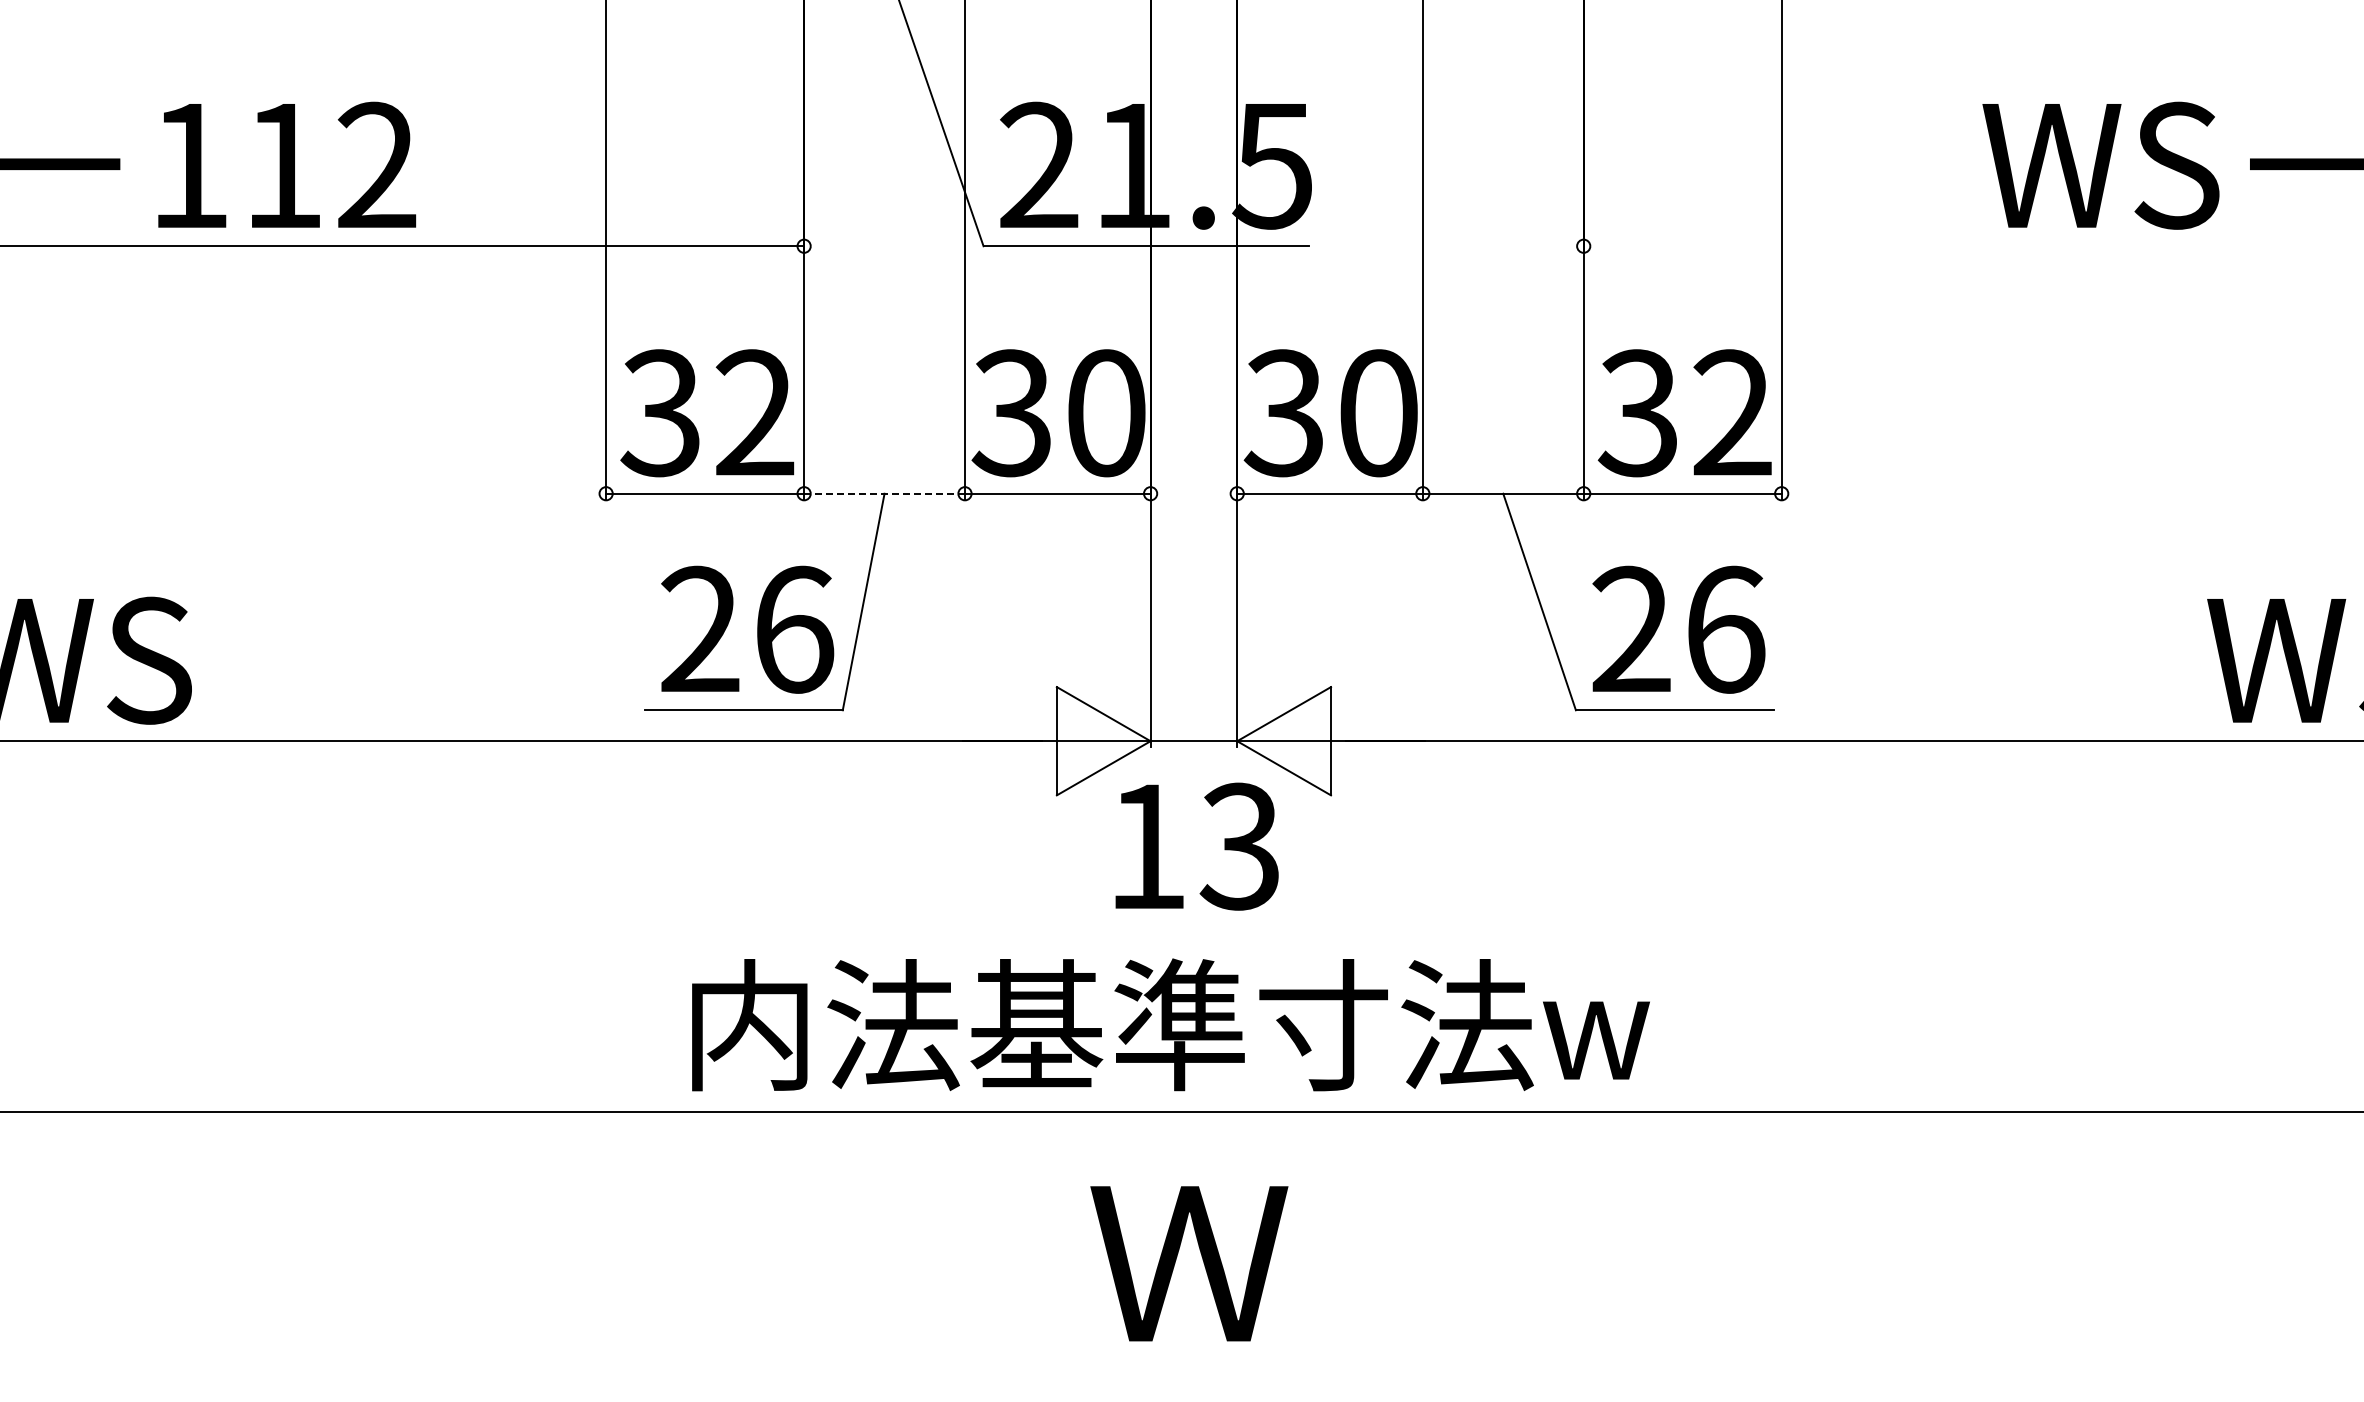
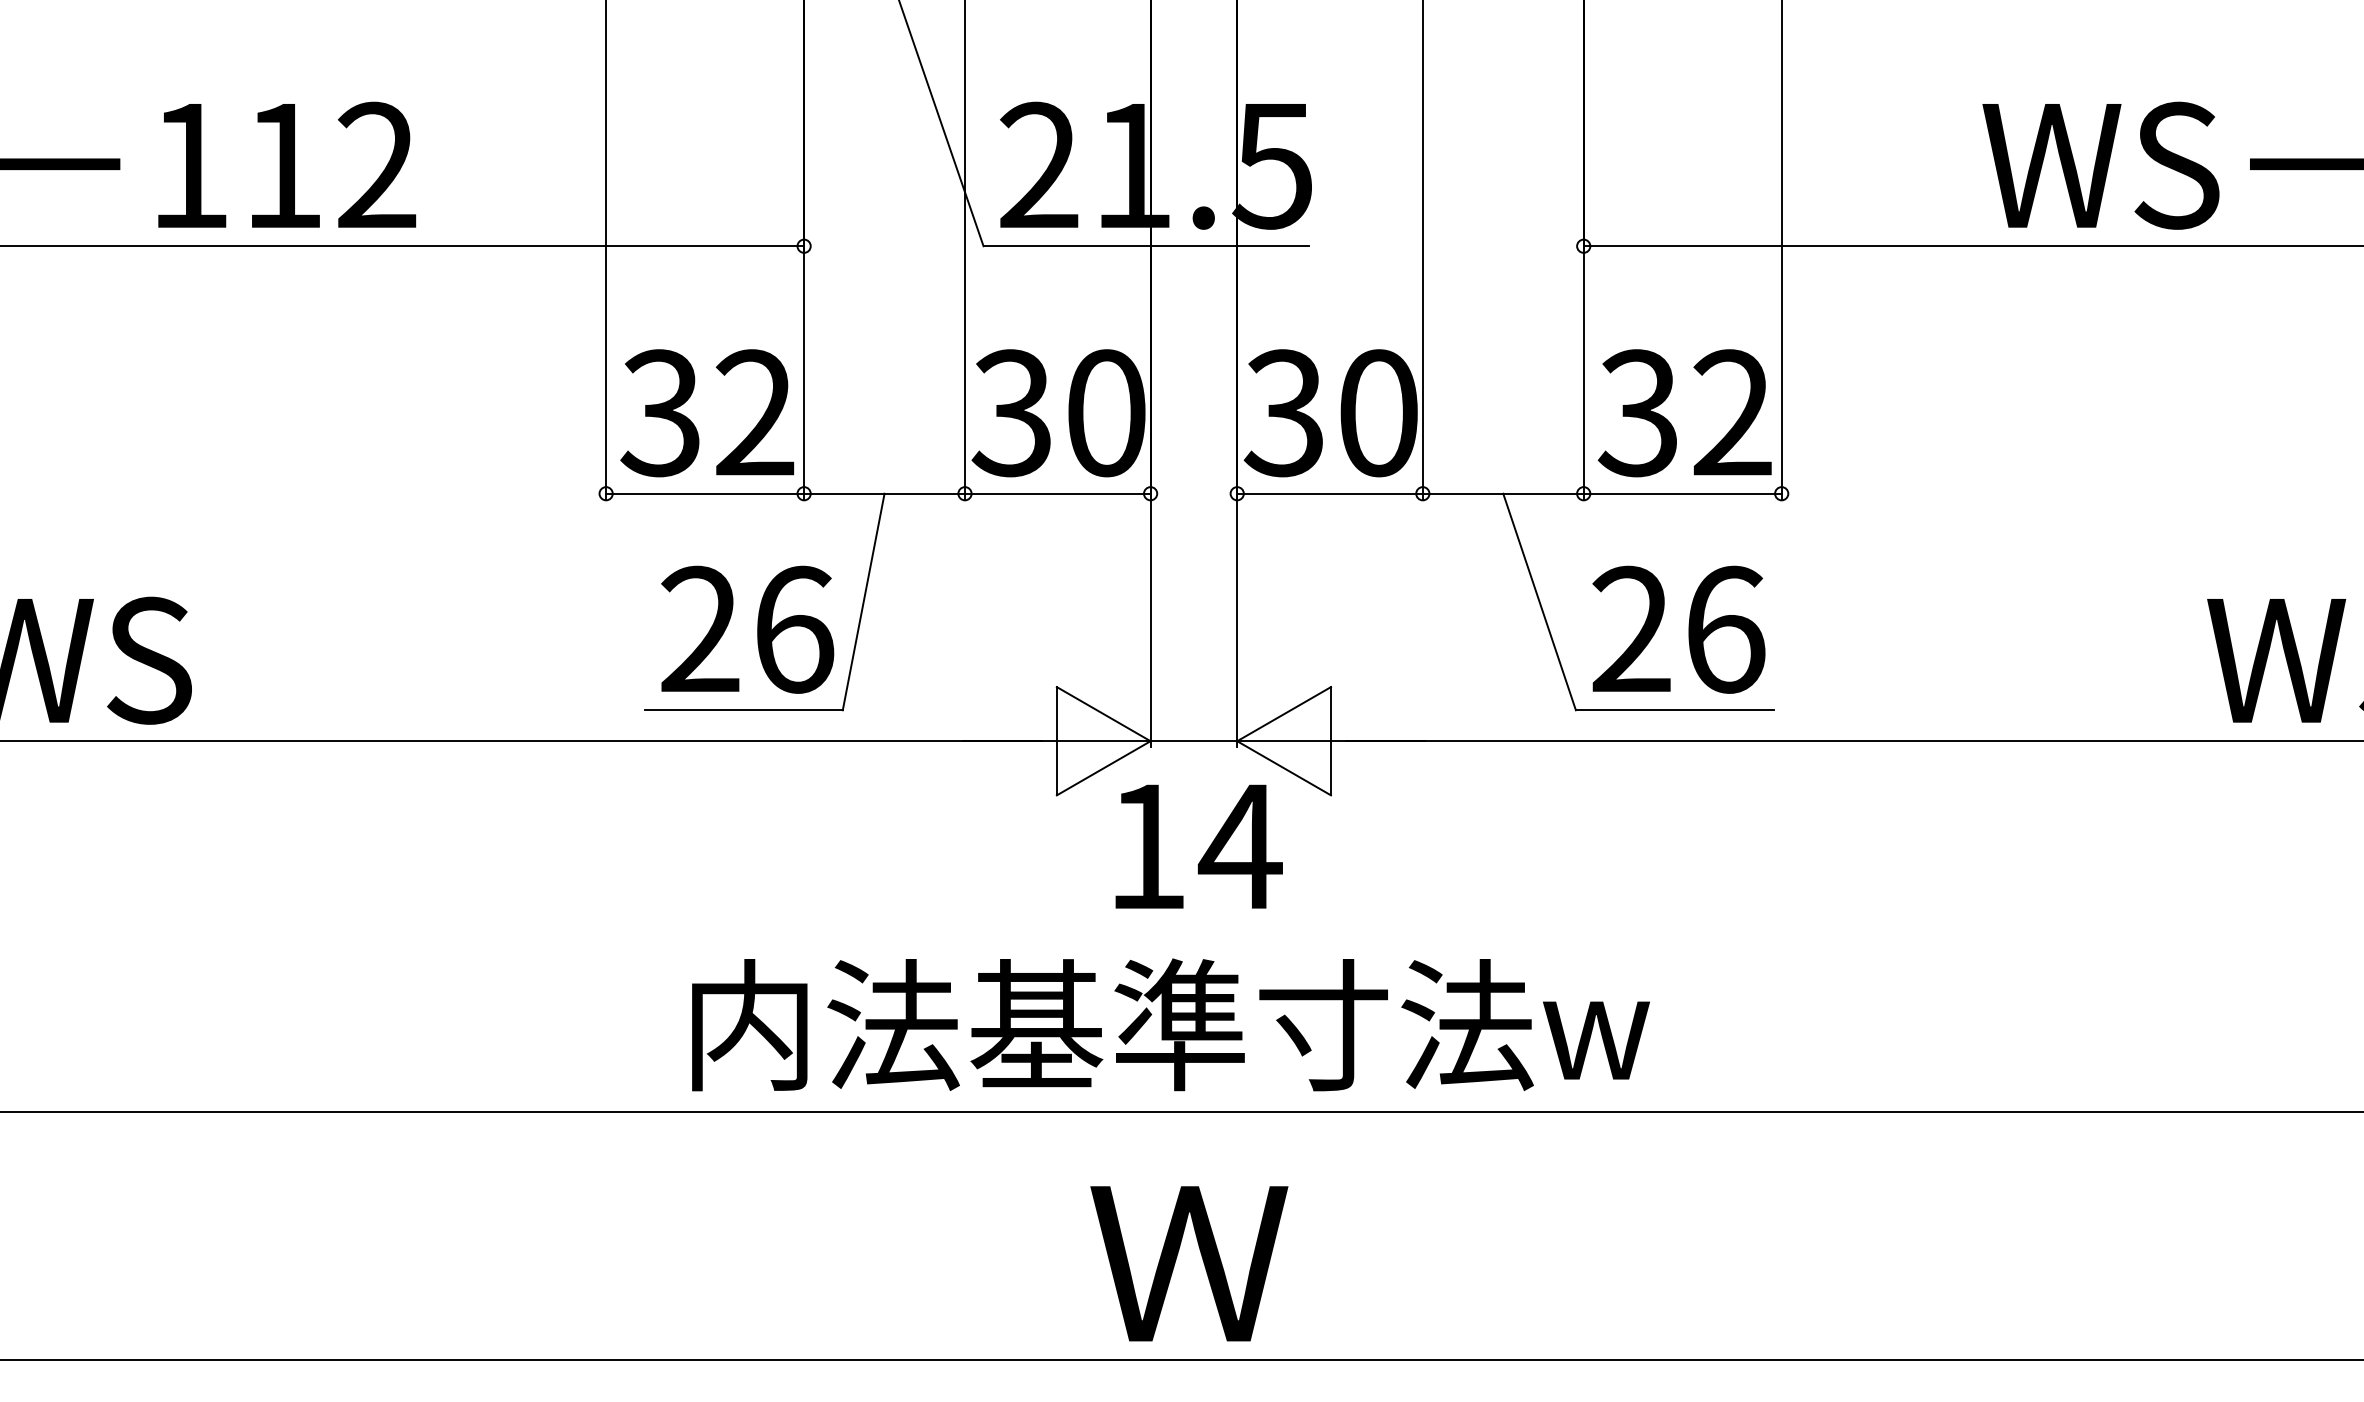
line at (1971, 246): none -> present
line at (884, 493): dashed -> solid
text at (1239, 846): 13 -> 14
line at (1181, 1359): none -> present
